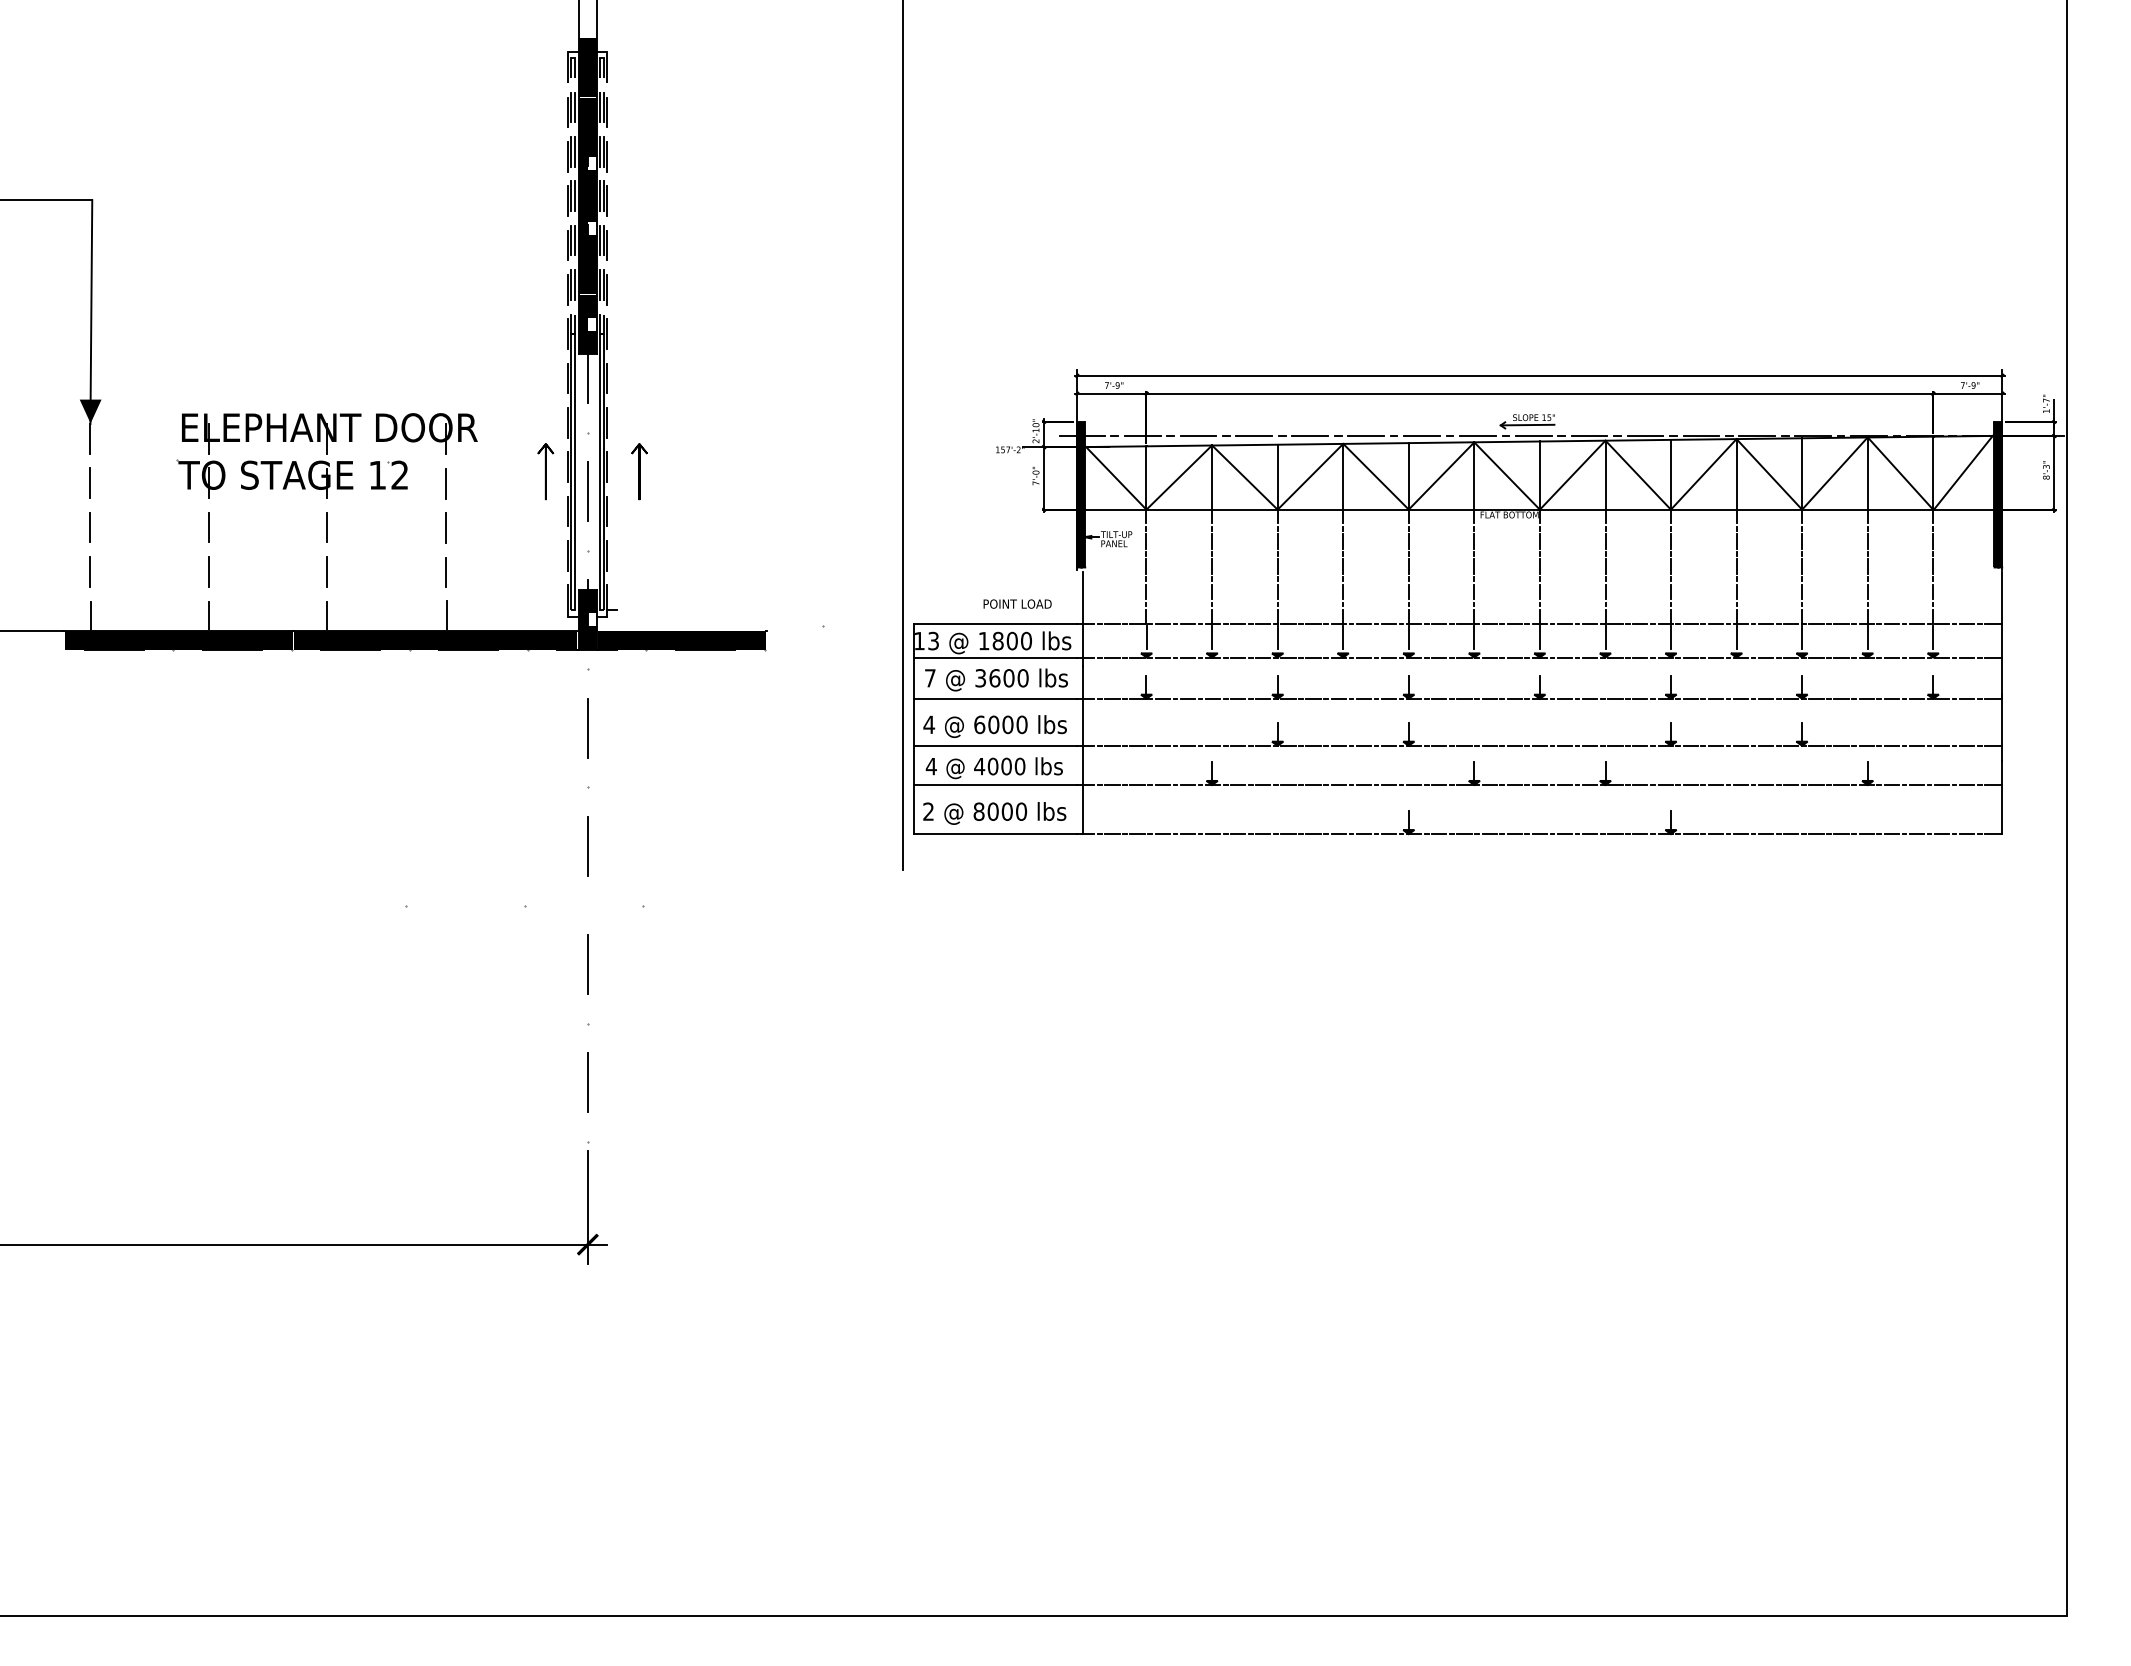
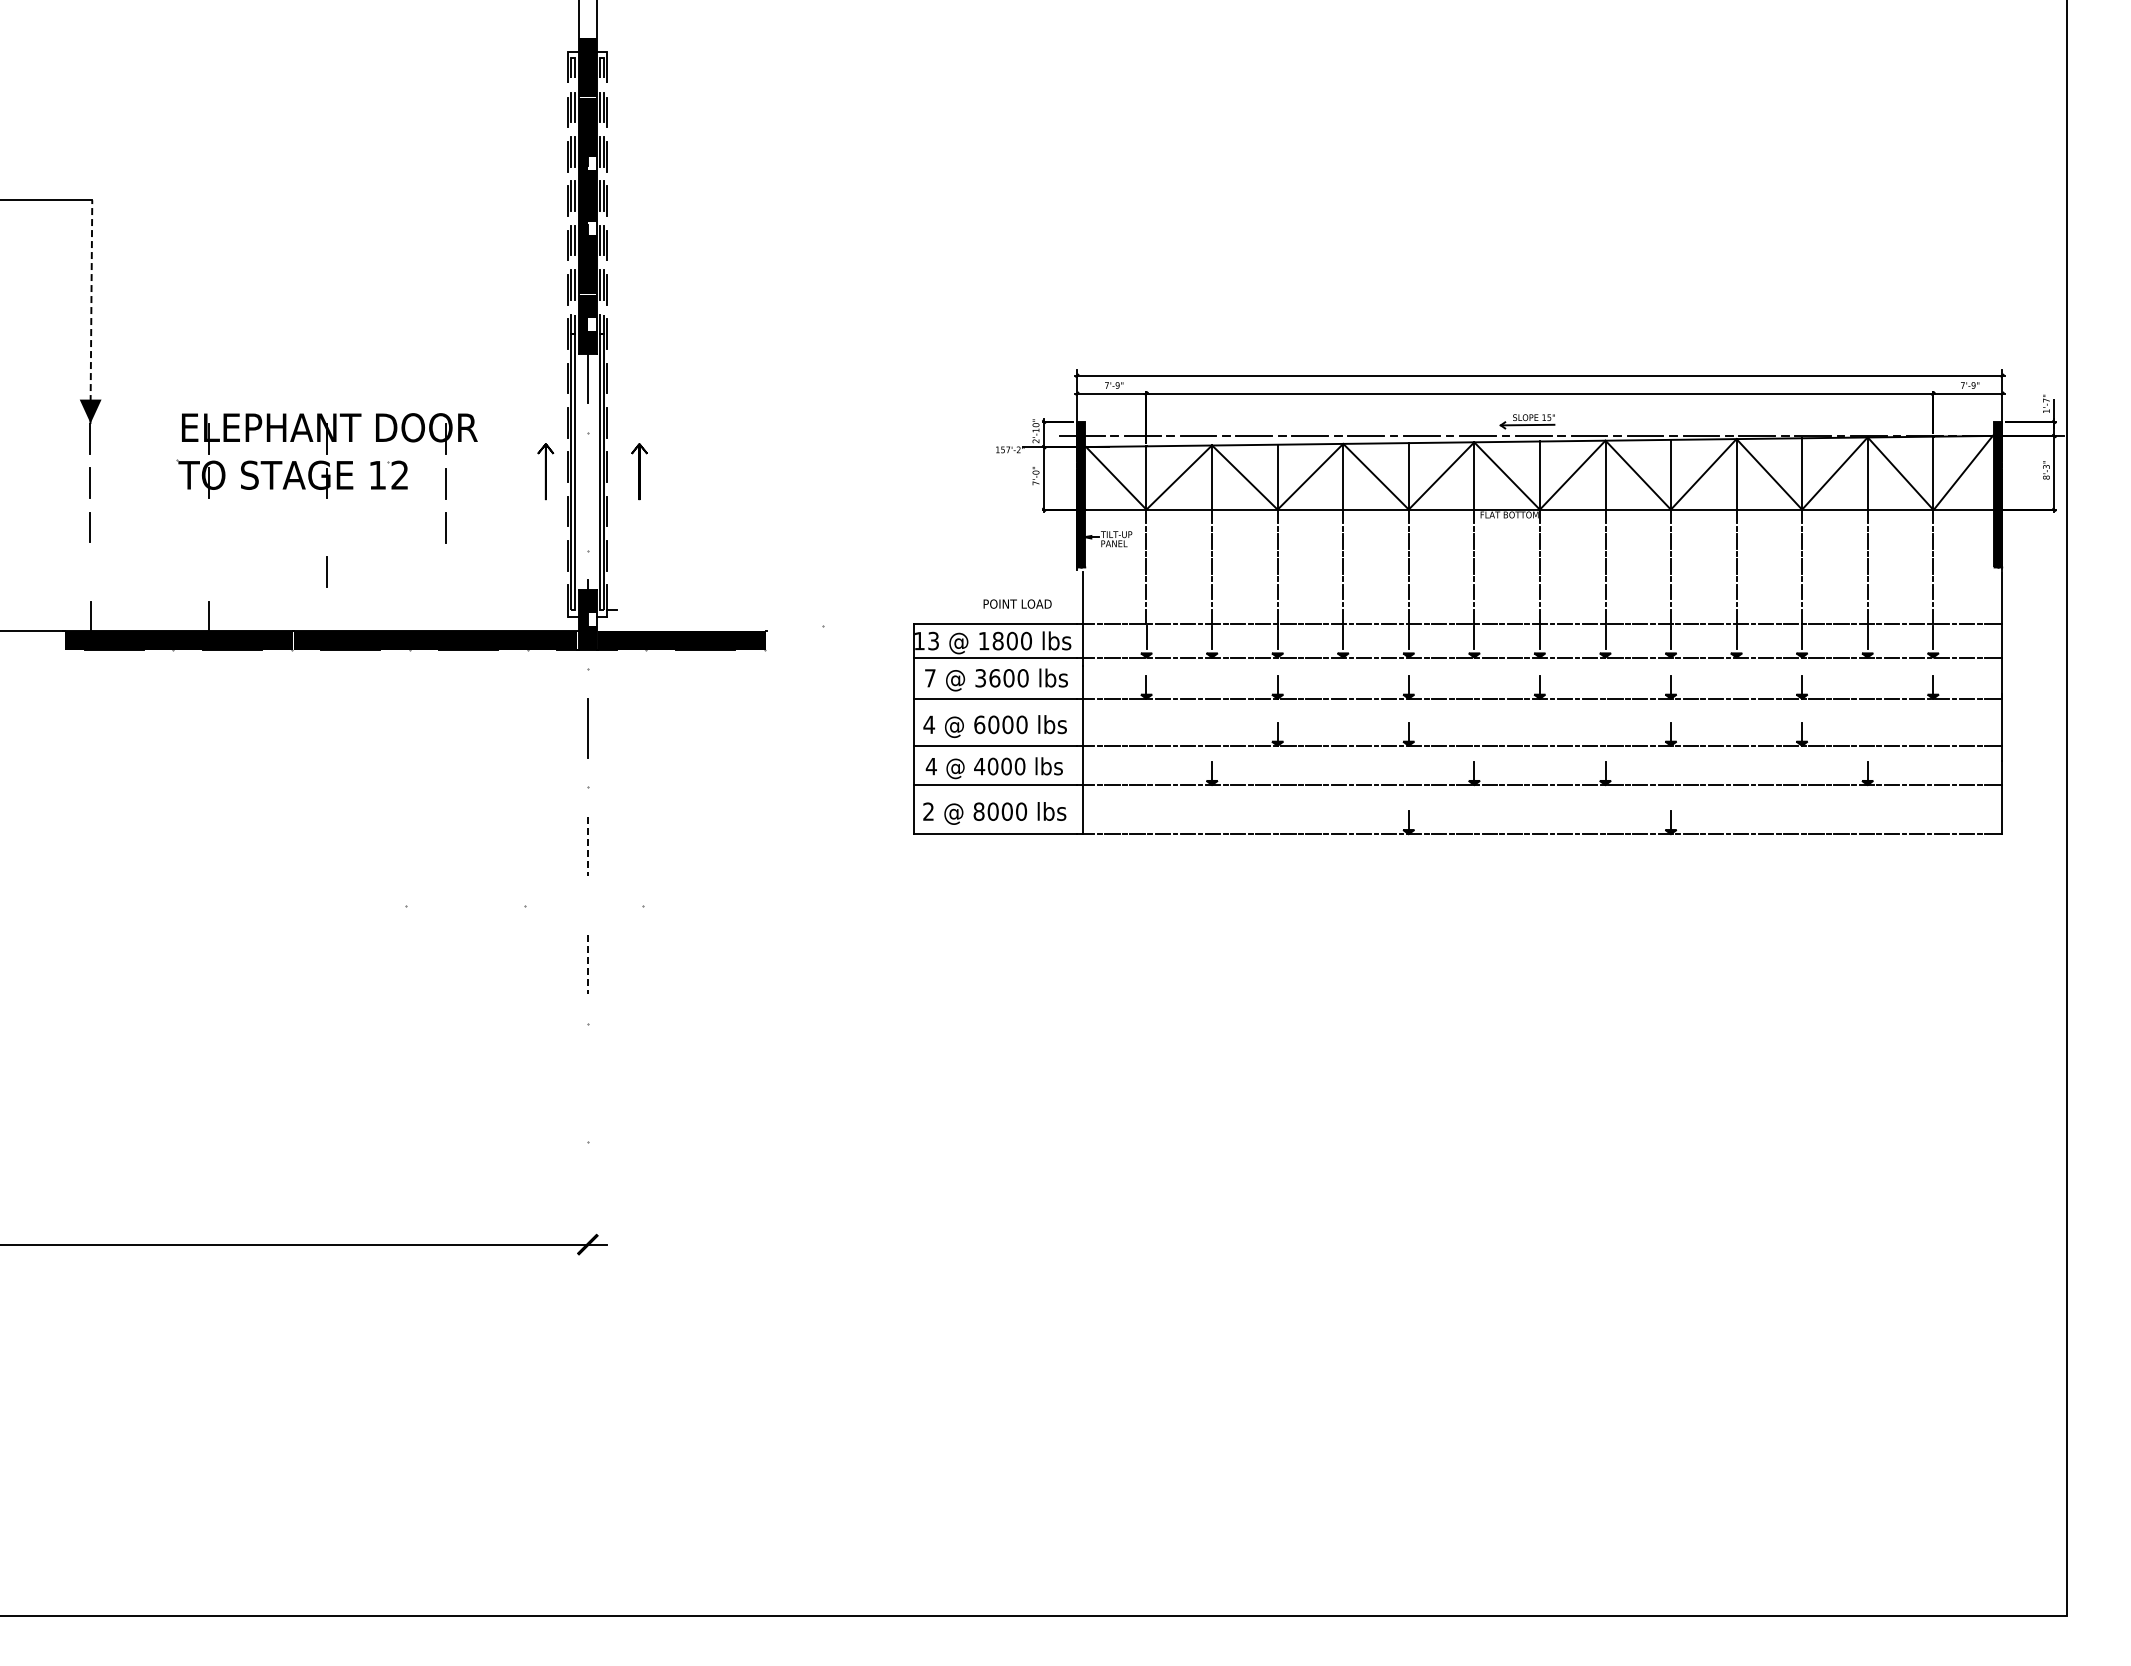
line at (91, 312): solid -> dashed
line at (903, 436): present -> none
line at (587, 491): present -> none
line at (208, 527): present -> none
line at (326, 527): present -> none
line at (90, 571): present -> none
line at (208, 571): present -> none
line at (445, 572): present -> none
line at (327, 615): present -> none
line at (446, 615): present -> none
line at (587, 846): solid -> dashed
line at (587, 964): solid -> dashed
line at (587, 1082): present -> none
line at (587, 1207): present -> none
